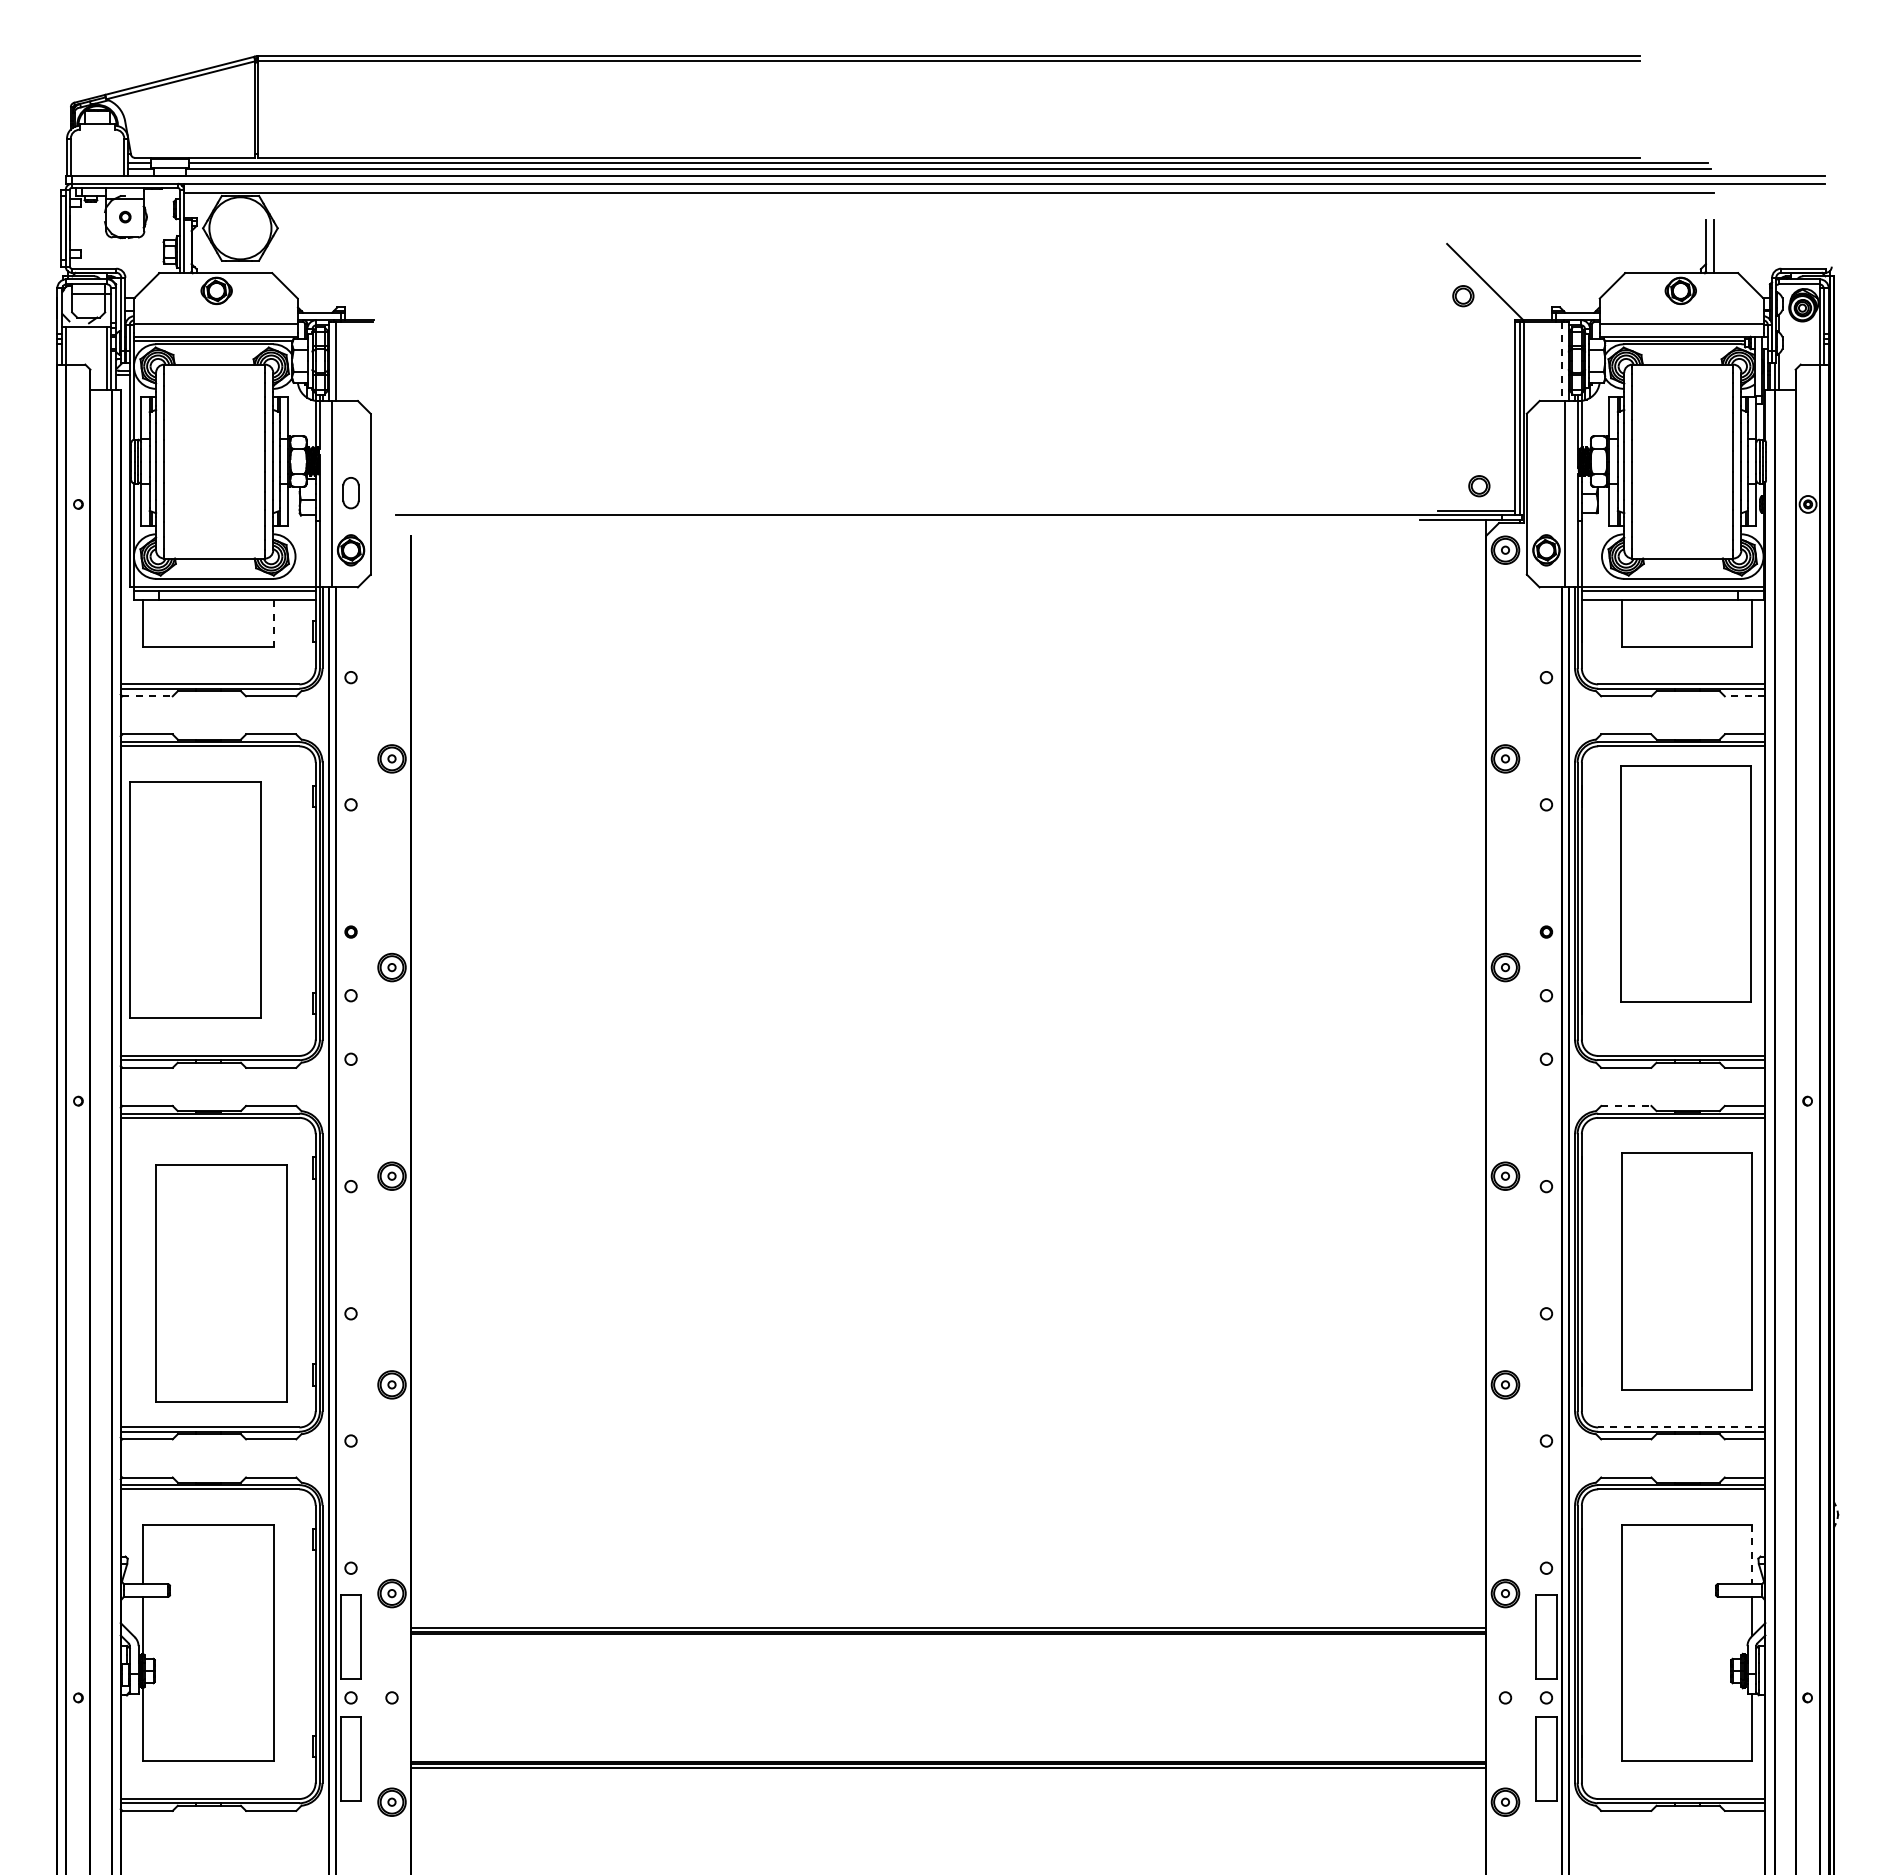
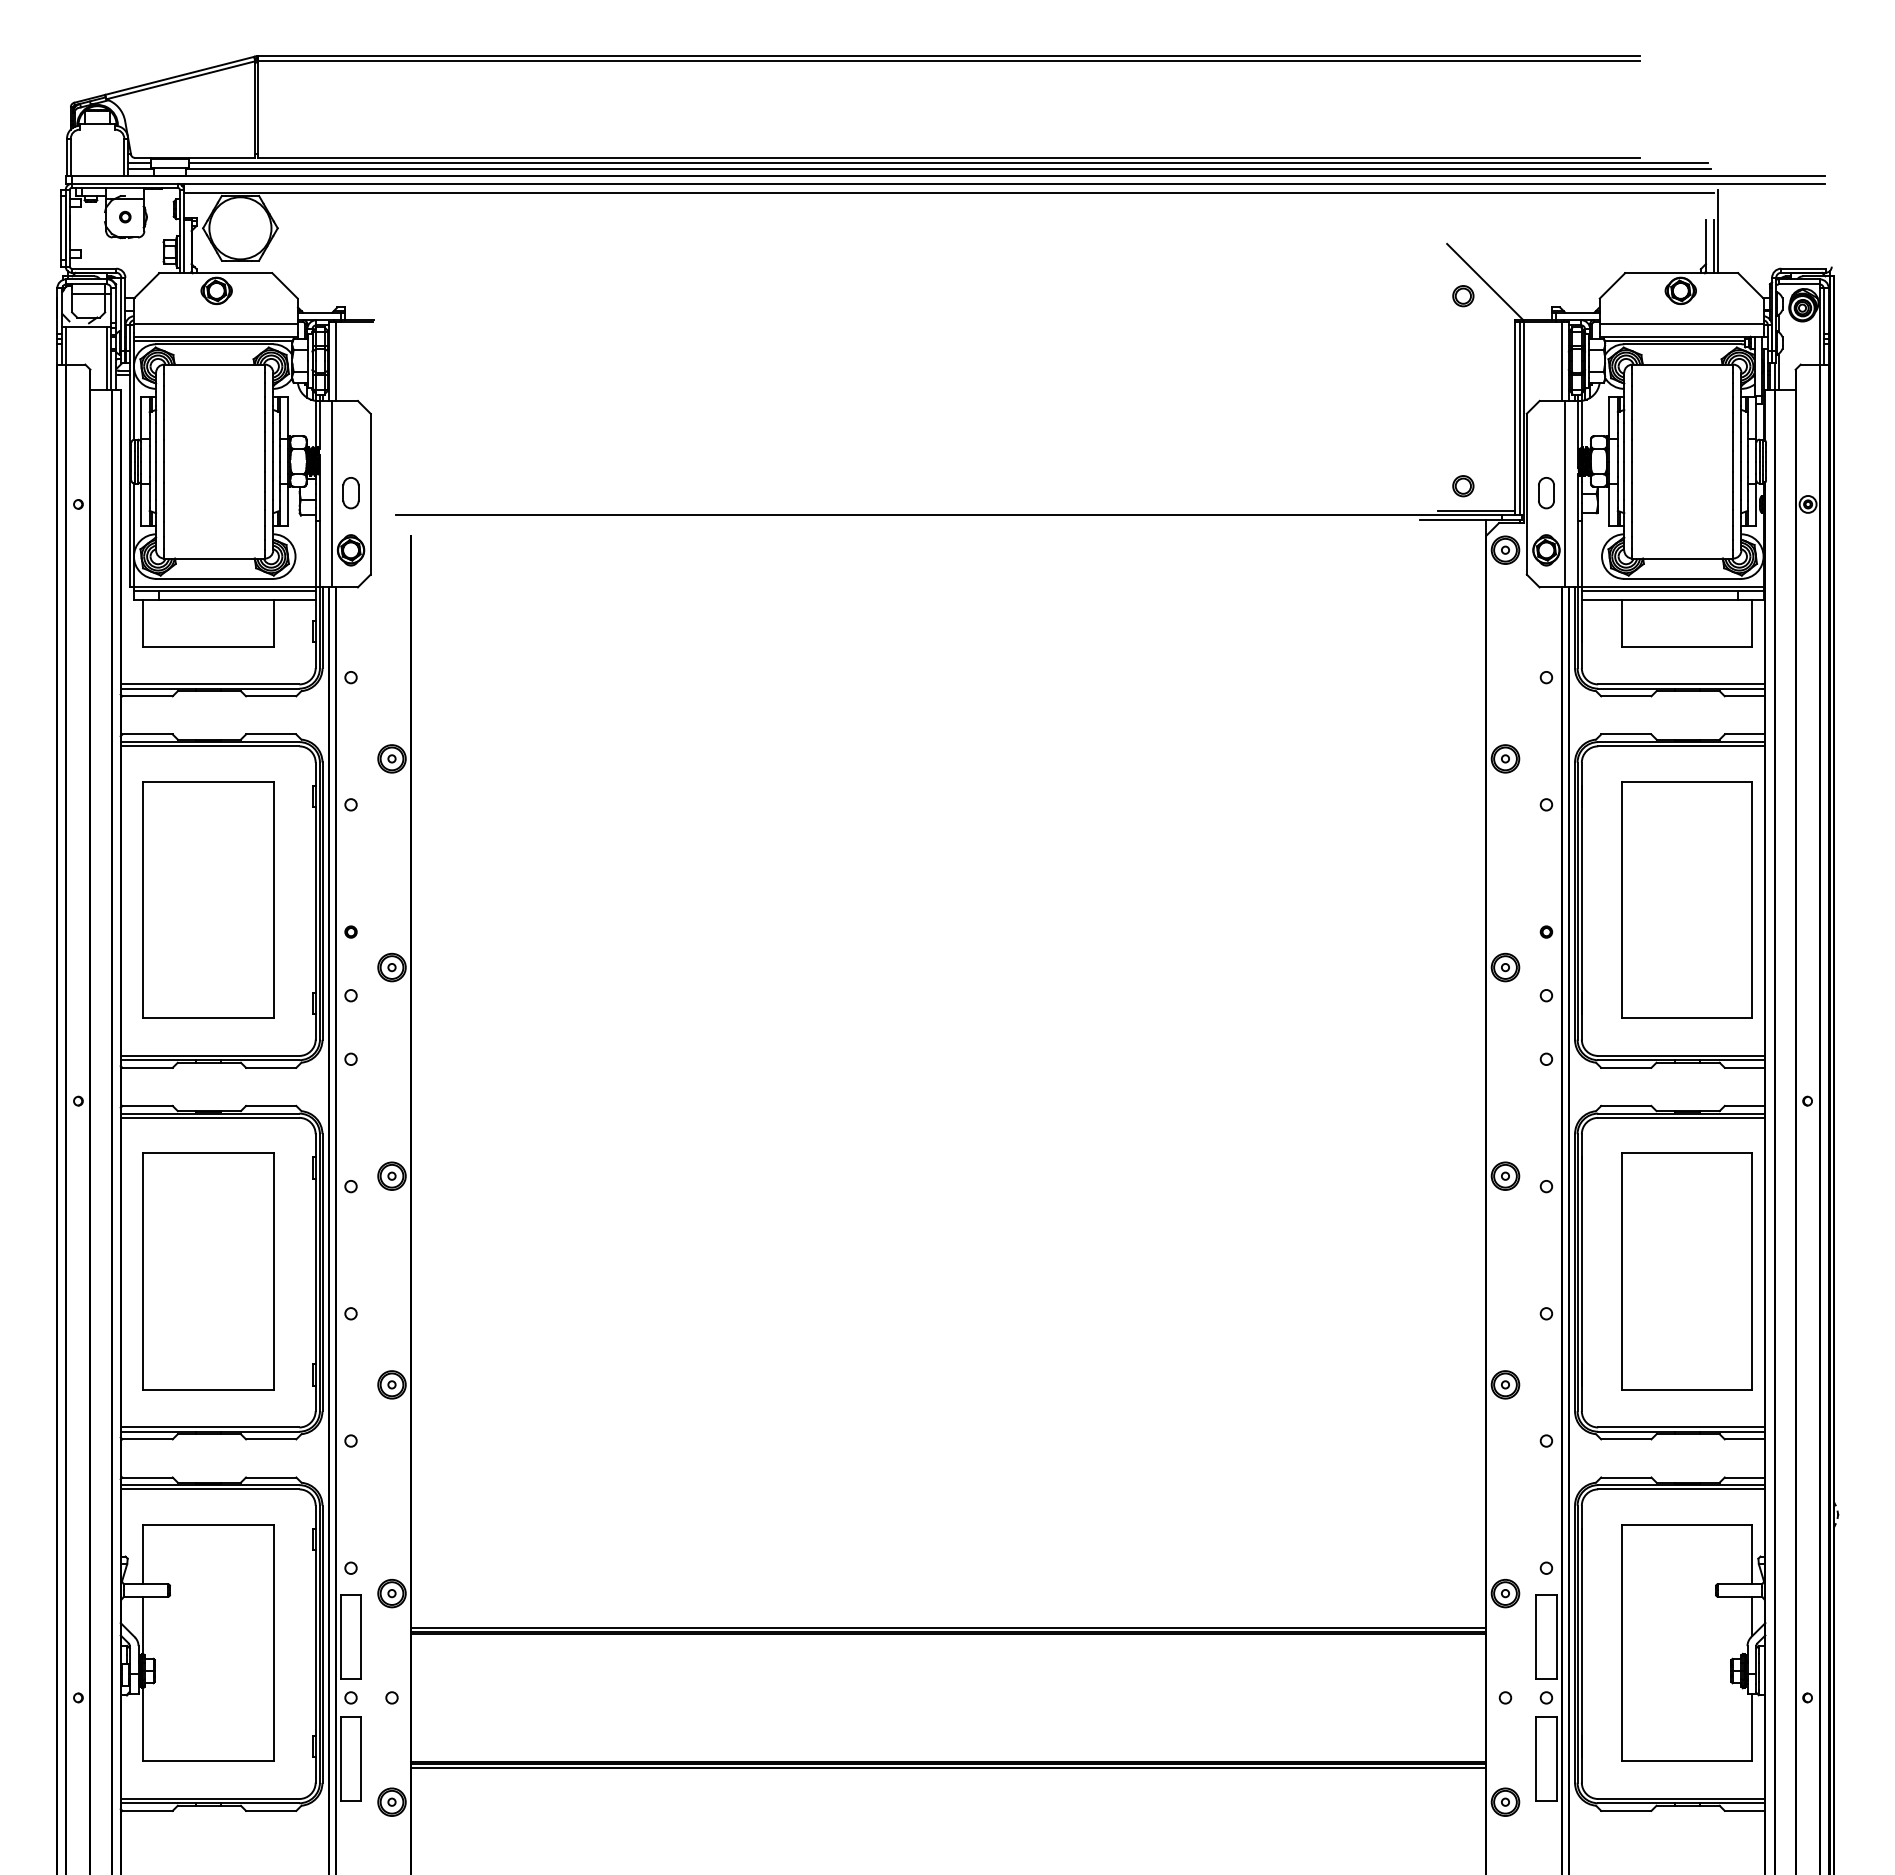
line at (1717, 231): none -> present
line at (1561, 361): dashed -> solid
part at (1479, 486) position: (1479, 486) -> (1463, 486)
part at (1546, 493): none -> present
line at (273, 623): dashed -> solid
line at (148, 696): dashed -> solid
line at (1744, 696): dashed -> solid
part at (1685, 883) position: (1685, 883) -> (1686, 899)
part at (195, 899) position: (195, 899) -> (208, 899)
line at (1626, 1105): dashed -> solid
part at (221, 1283) position: (221, 1283) -> (208, 1271)
line at (1681, 1427): dashed -> solid
line at (1752, 1554): dashed -> solid
